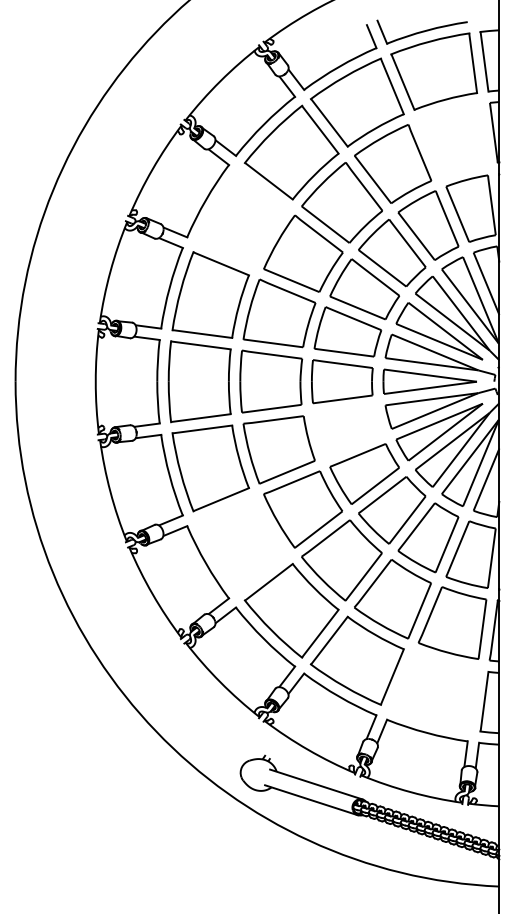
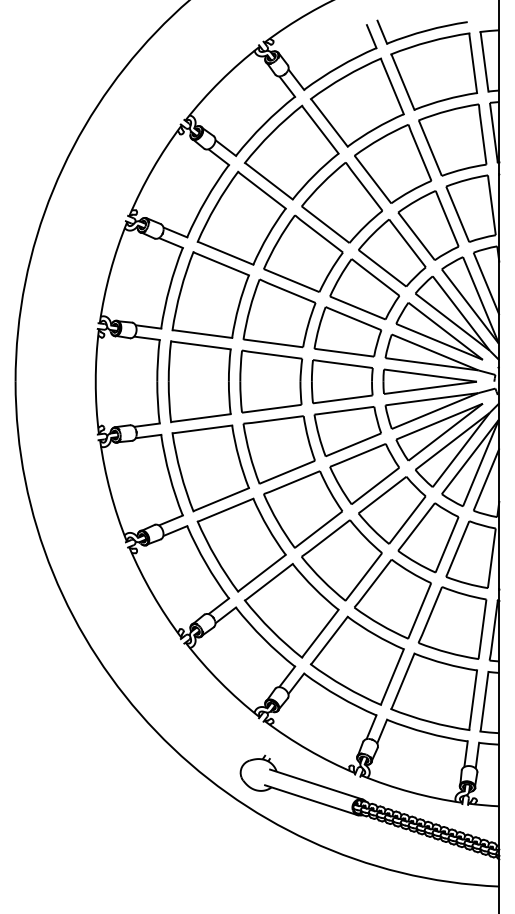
part at (452, 139): none -> present
part at (241, 217): none -> present
part at (347, 431): none -> present
part at (241, 544): none -> present
part at (433, 691): none -> present
